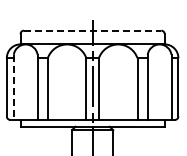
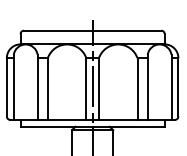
line at (92, 30): dashed -> solid
line at (13, 87): dashed -> solid
